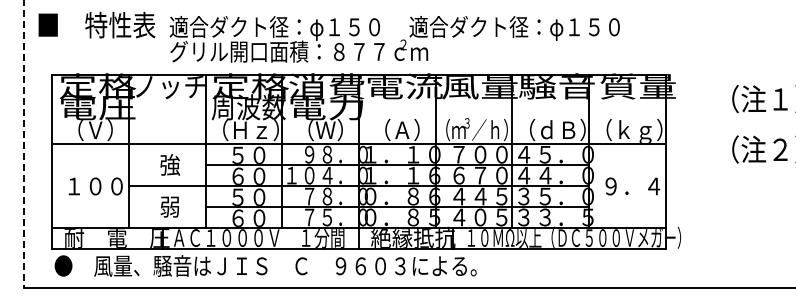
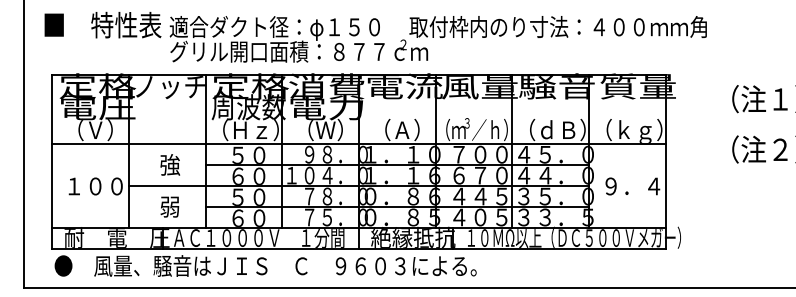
text at (96, 24) position: (96, 24) -> (102, 24)
text at (557, 28): 適合ダクト径：φ１５０ -> 取付枠内のり寸法：４００ｍｍ角
line at (23, 144): dashed -> solid
